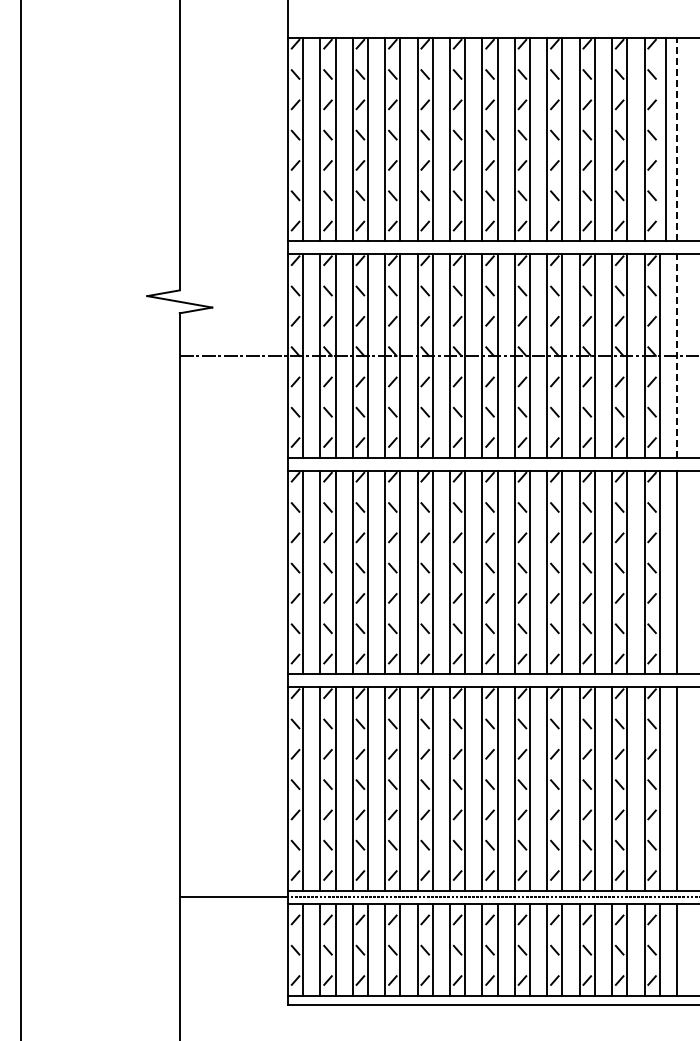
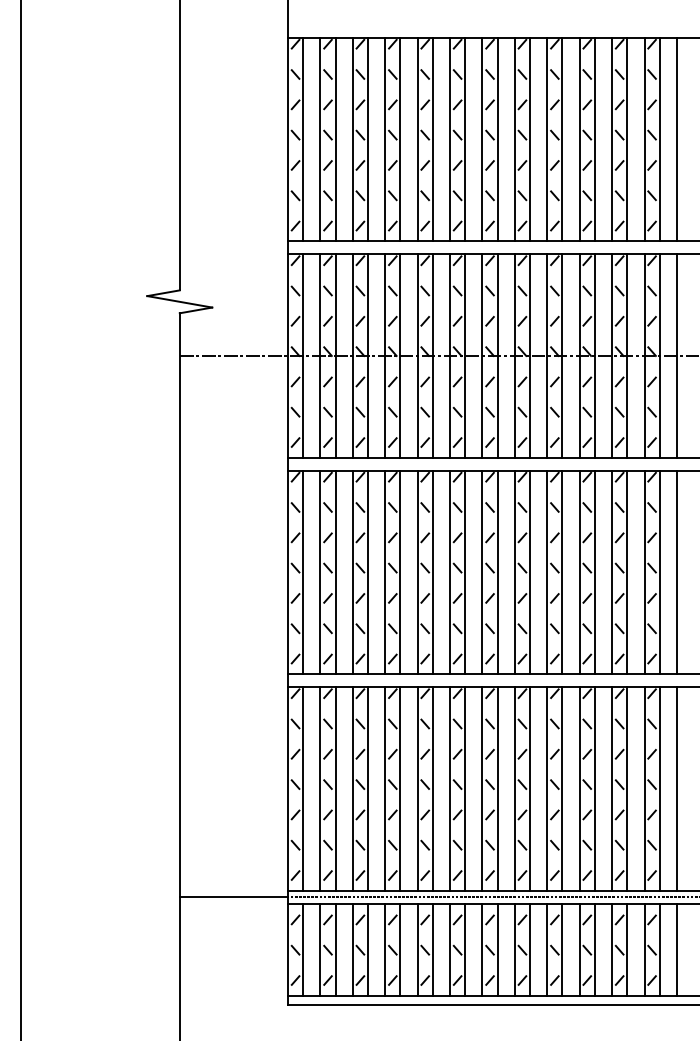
line at (665, 139) position: (665, 139) -> (659, 139)
line at (676, 139): dashed -> solid
line at (676, 355): dashed -> solid
